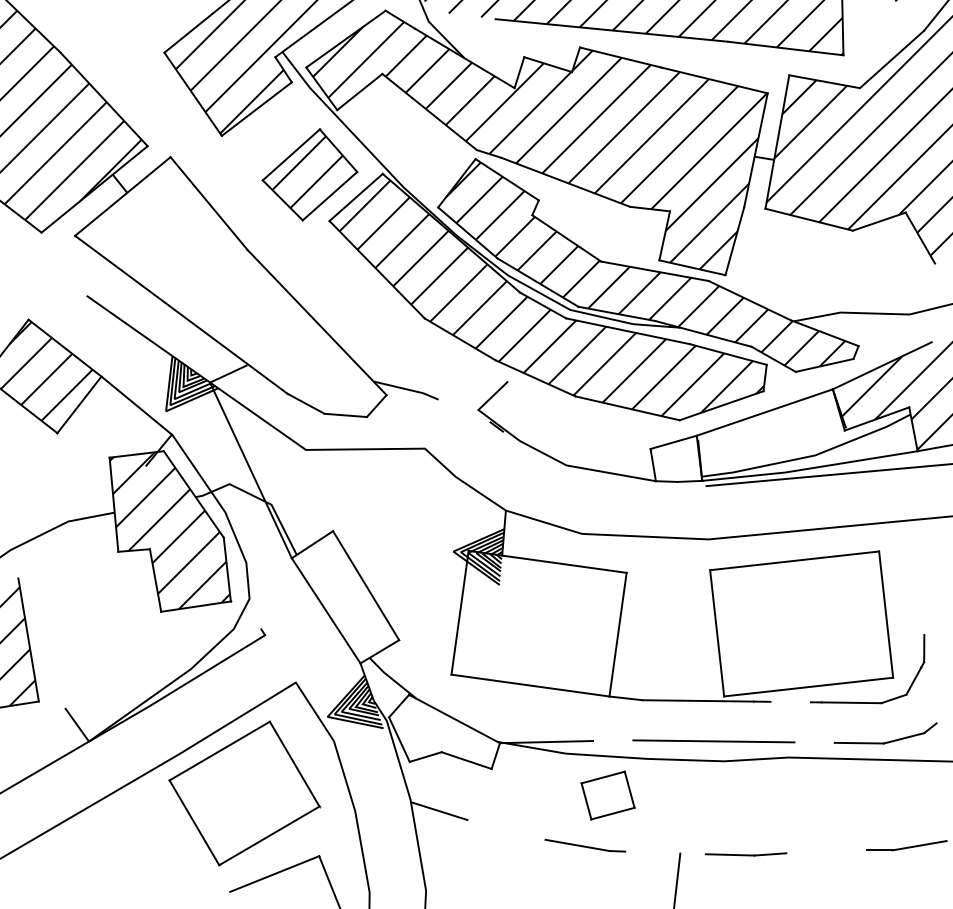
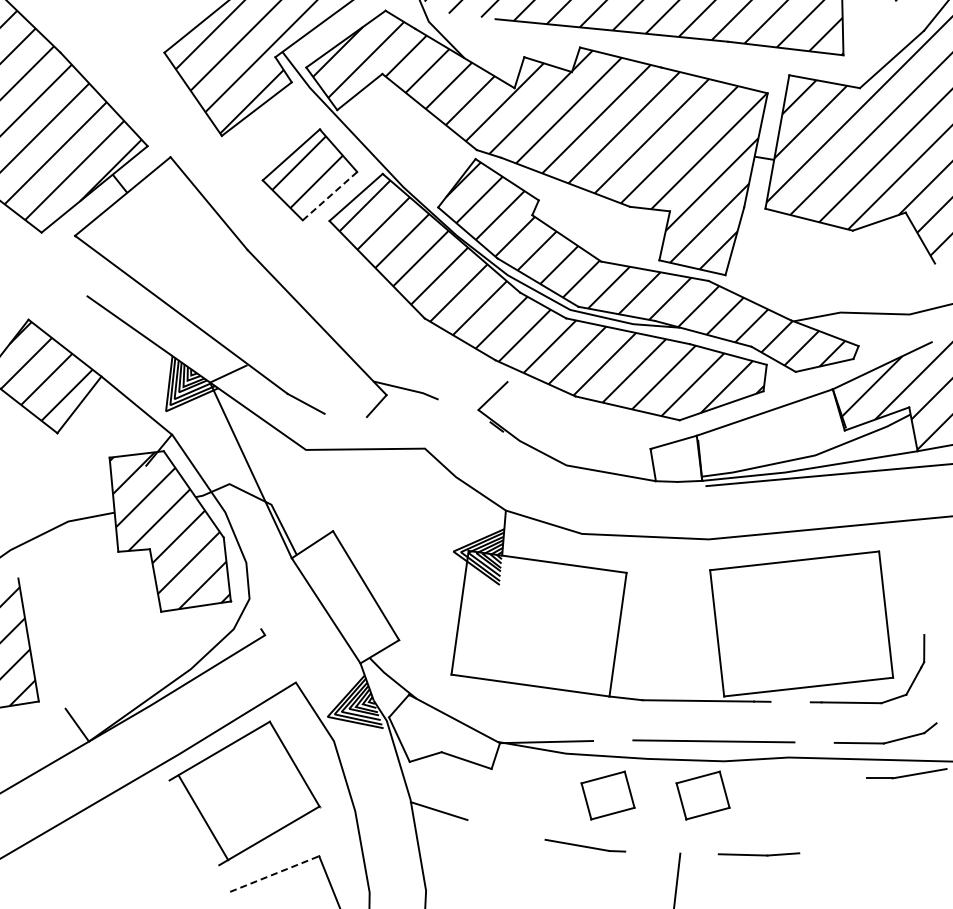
line at (329, 196): solid -> dashed
line at (345, 415): present -> none
part at (702, 795): none -> present
line at (194, 822) position: (194, 822) -> (203, 817)
part at (906, 845) position: (906, 845) -> (906, 773)
part at (745, 854) position: (745, 854) -> (758, 854)
line at (274, 874): solid -> dashed
